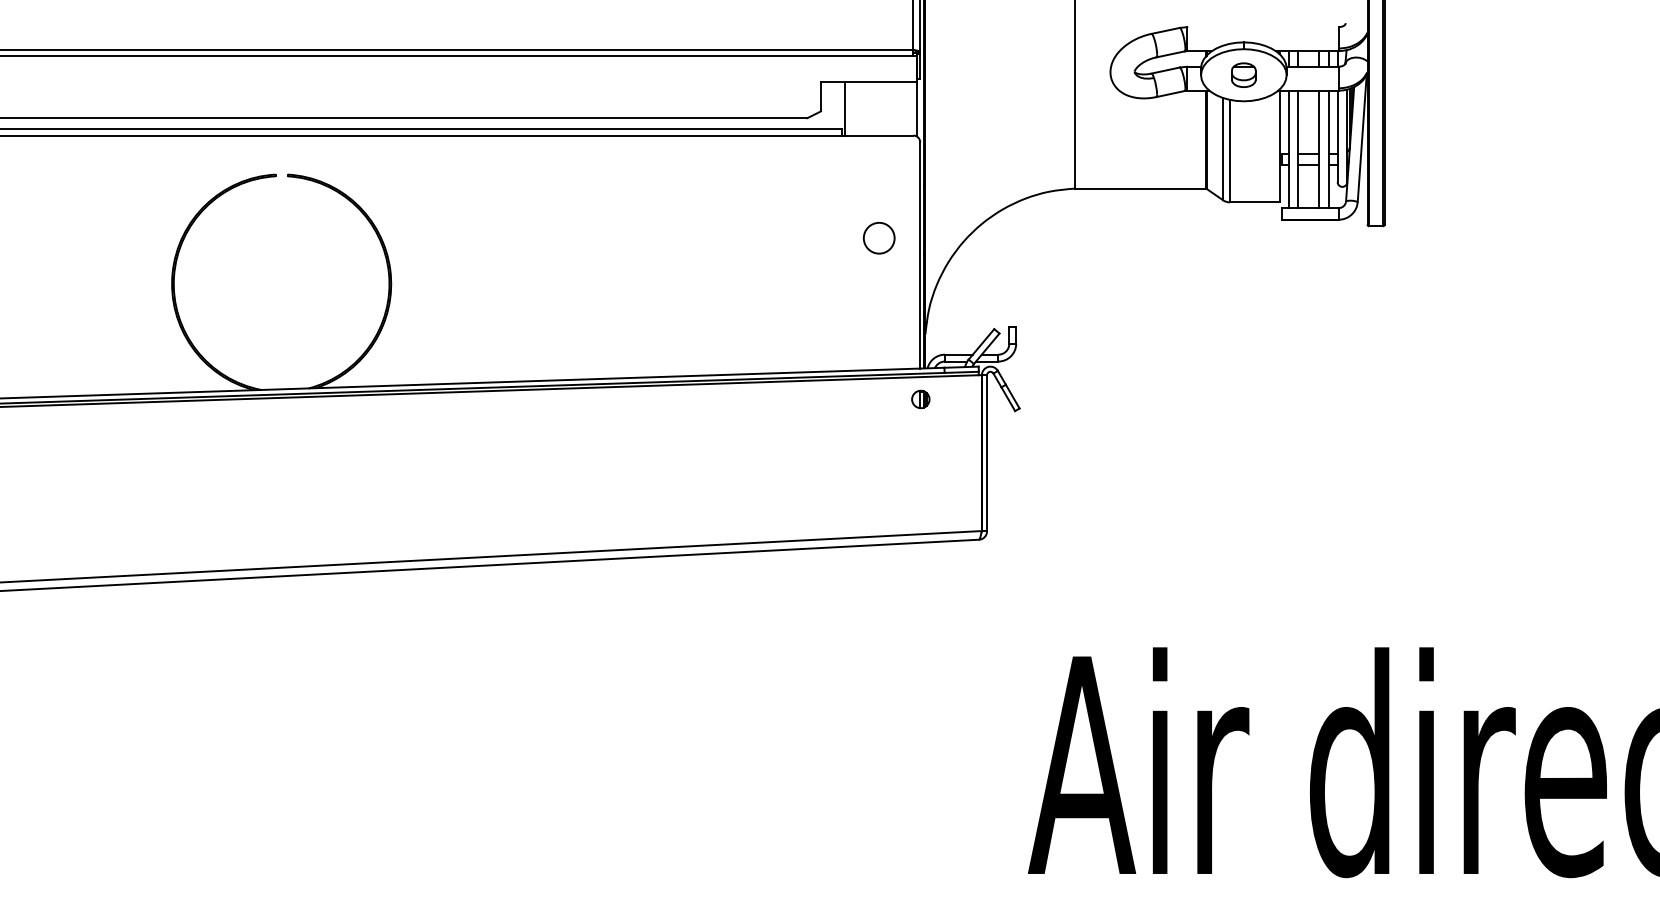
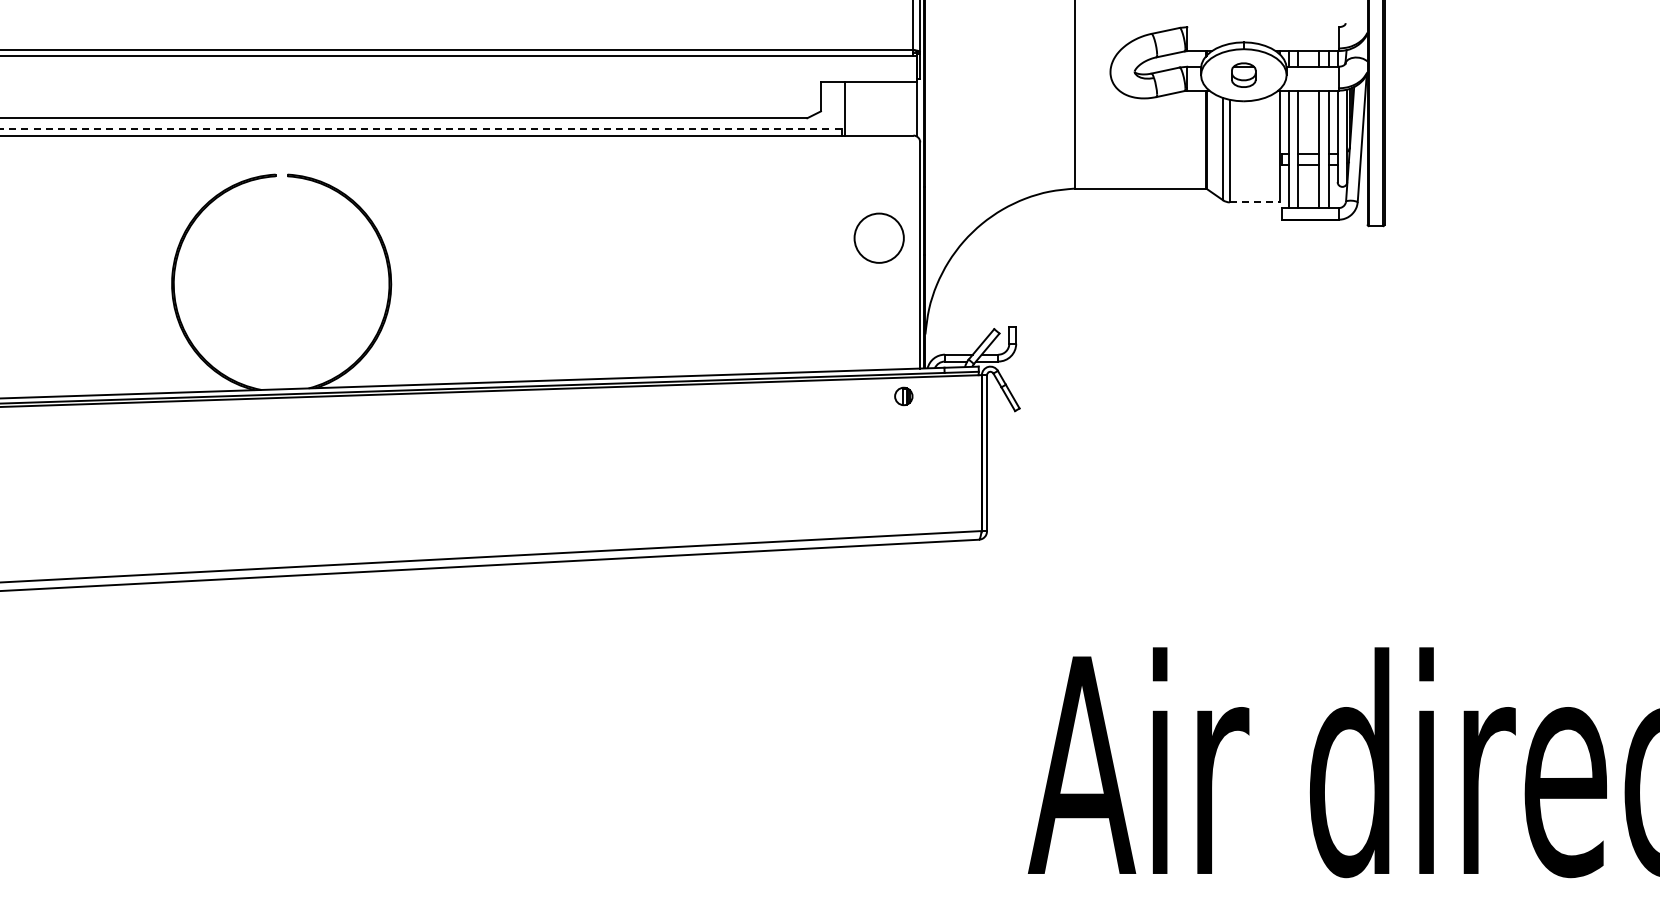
line at (420, 128): solid -> dashed
line at (1254, 202): solid -> dashed
circle at (878, 237) diameter: 31 px -> 49 px
part at (920, 399) position: (920, 399) -> (903, 396)
